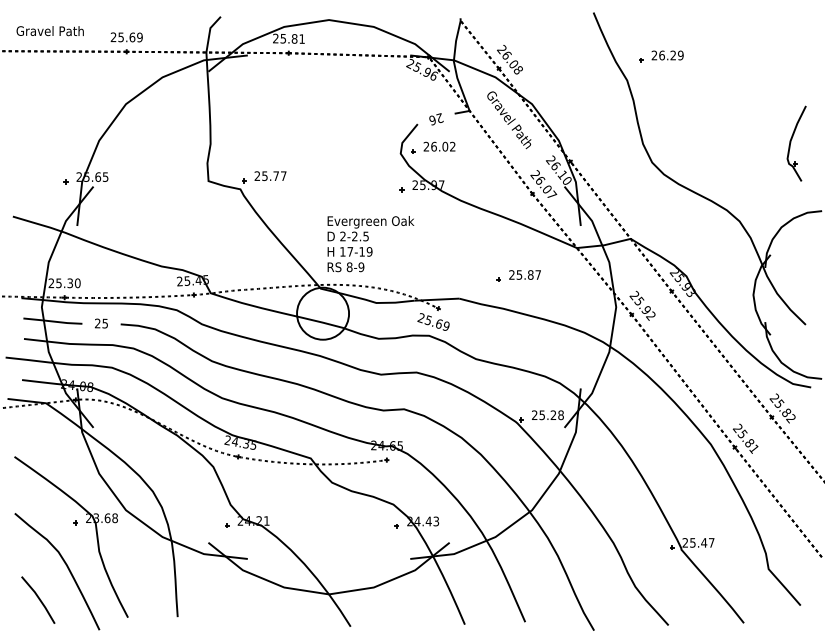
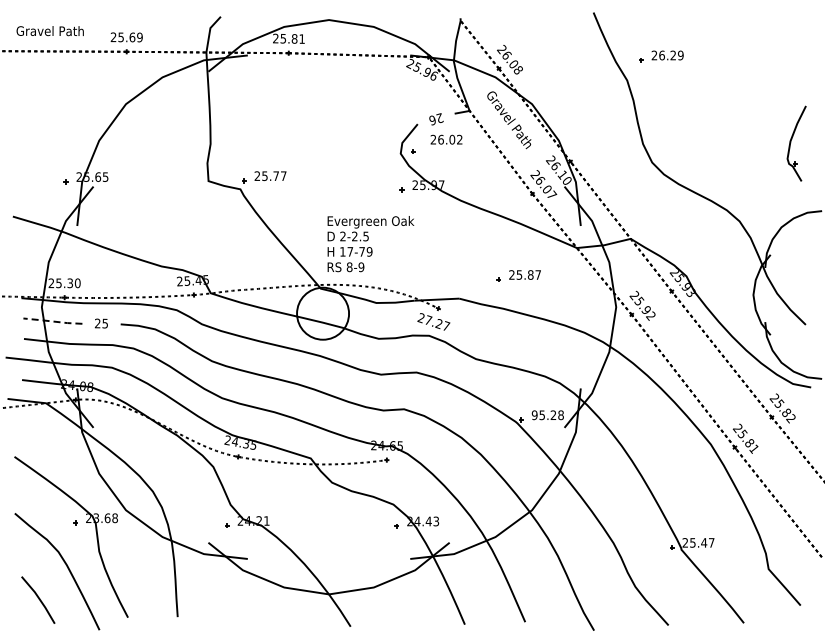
text at (439, 146) position: (439, 146) -> (446, 139)
text at (361, 251): 17-19 -> 17-79
line at (52, 321): solid -> dashed
text at (437, 322): 25.69 -> 27.27
text at (534, 415): 25.28 -> 95.28
